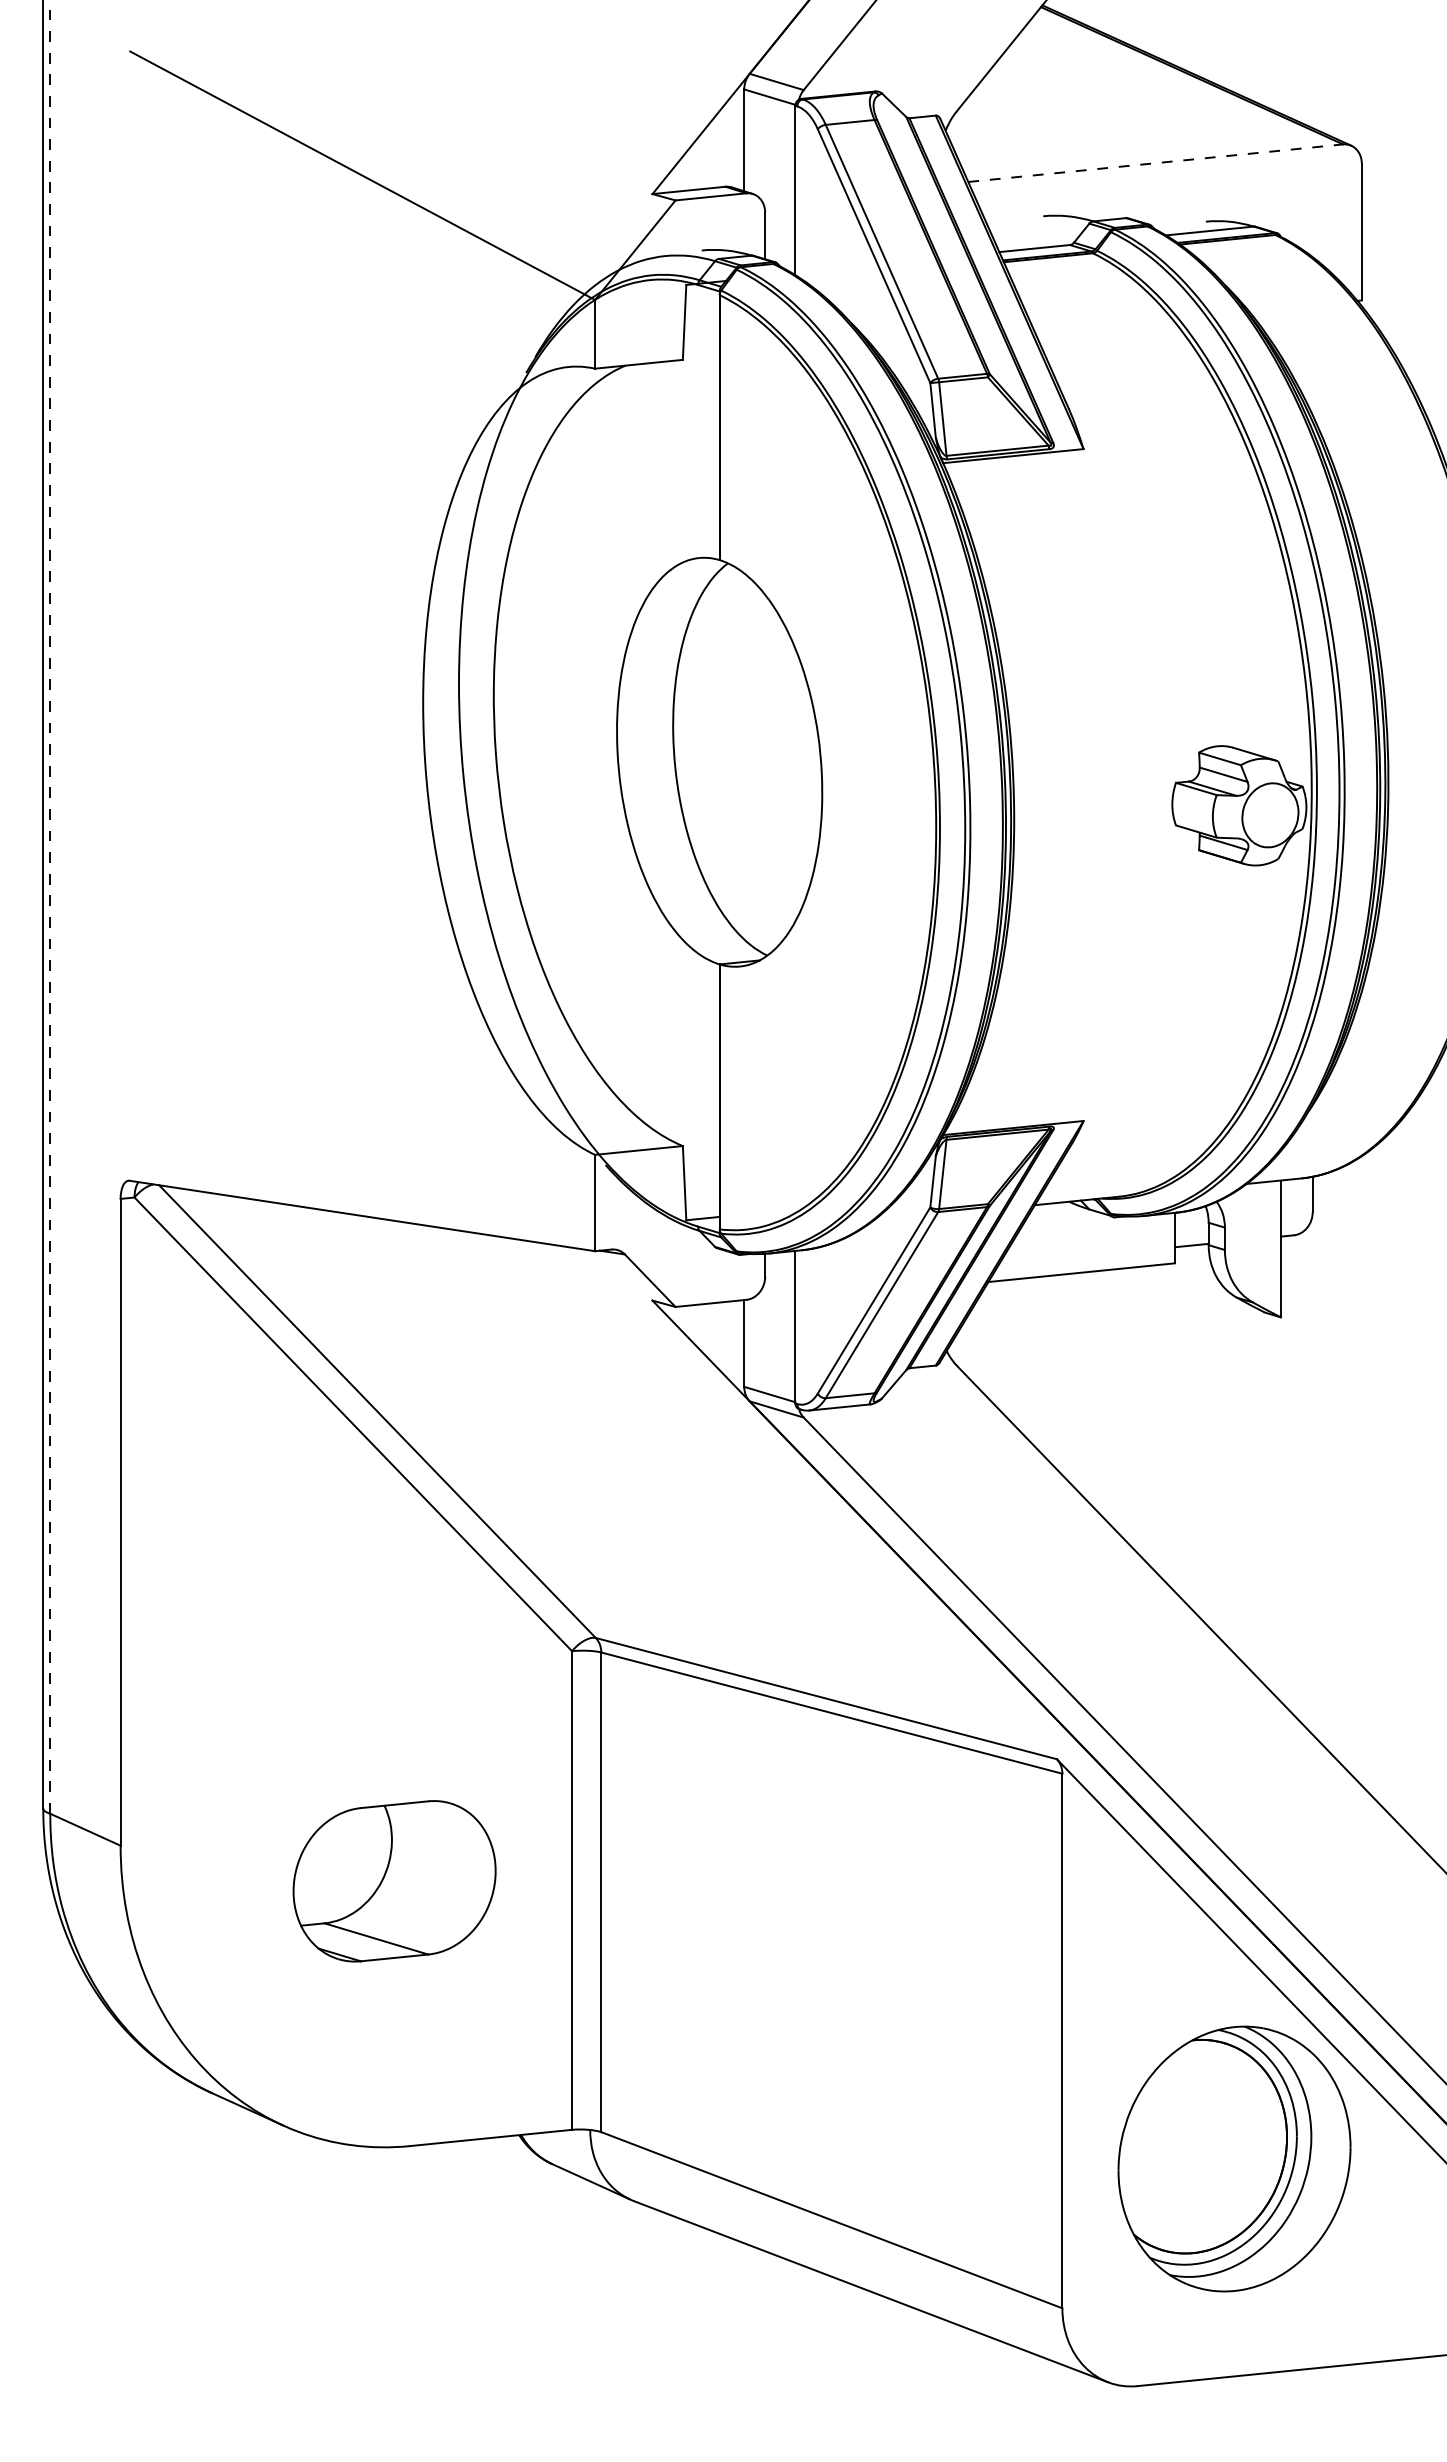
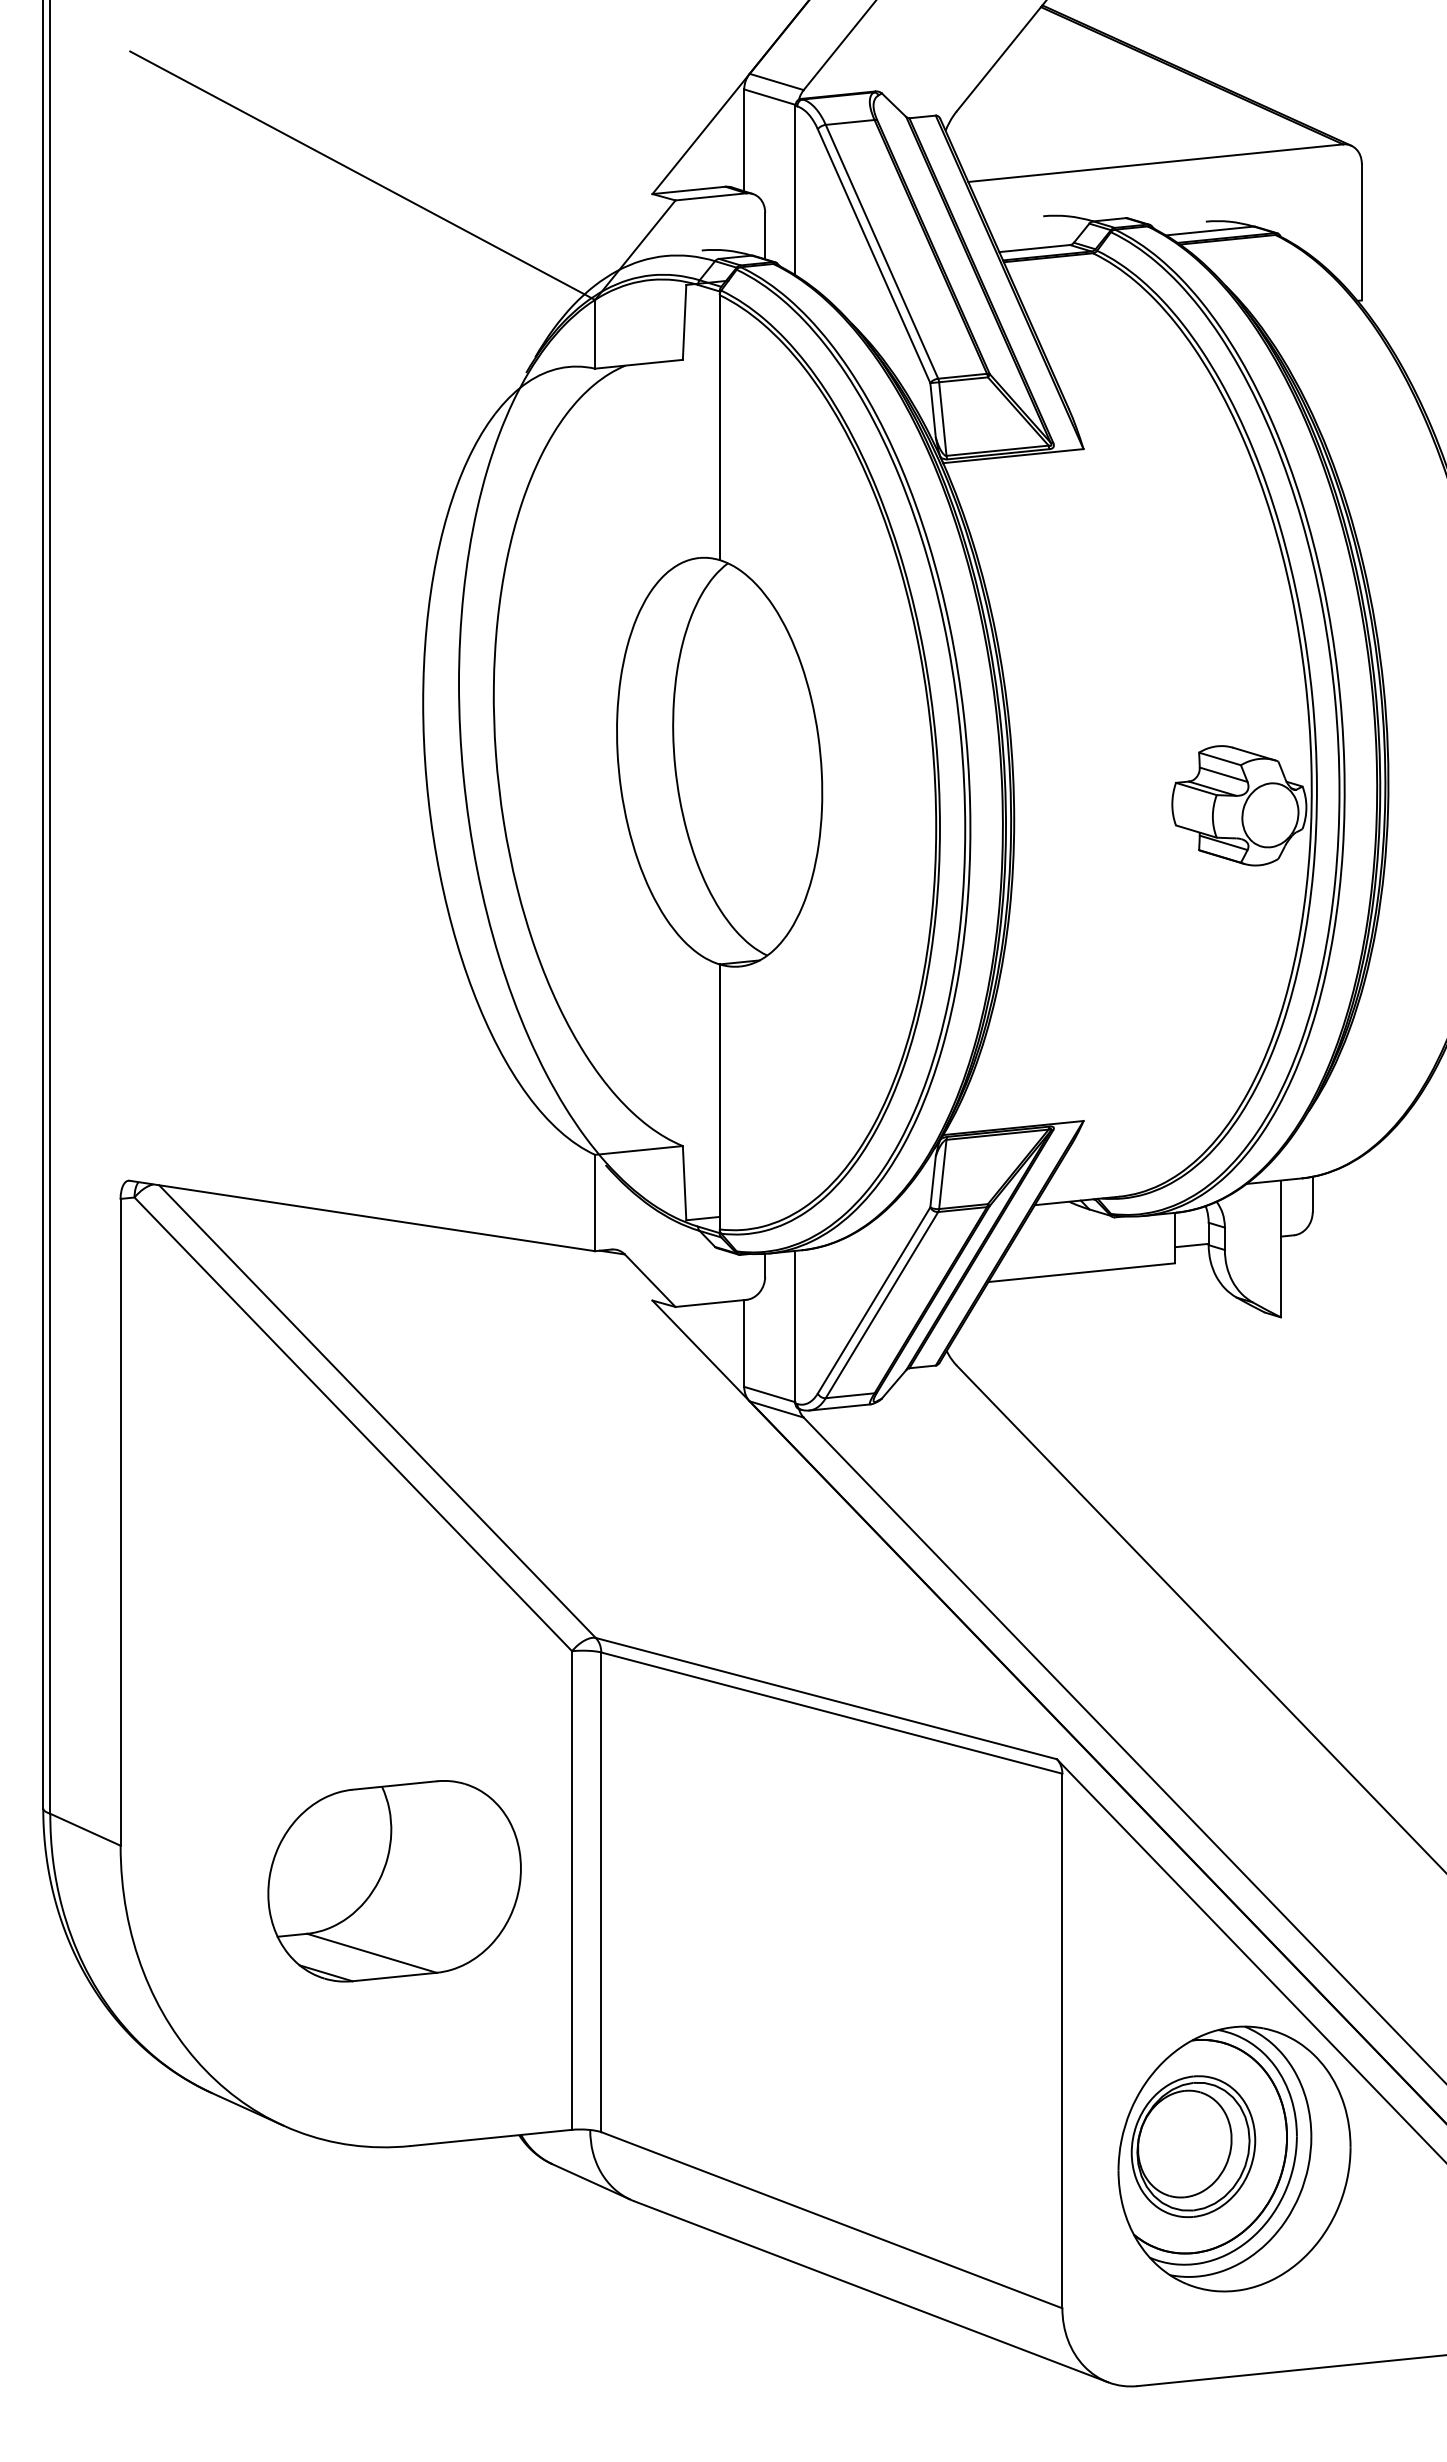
line at (1156, 163): dashed -> solid
line at (50, 907): dashed -> solid
part at (394, 1881) size: 205x163 px -> 255x203 px
part at (1193, 2146): none -> present
